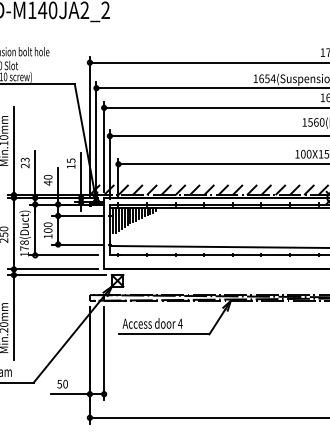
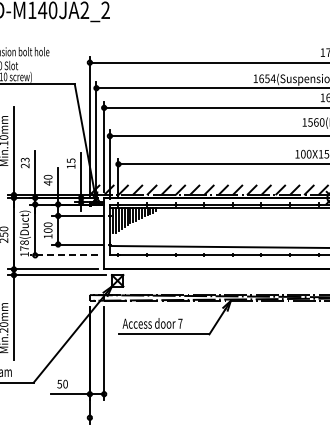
line at (63, 255): solid -> dashed
text at (180, 323): 4 -> 7
line at (207, 417): present -> none
